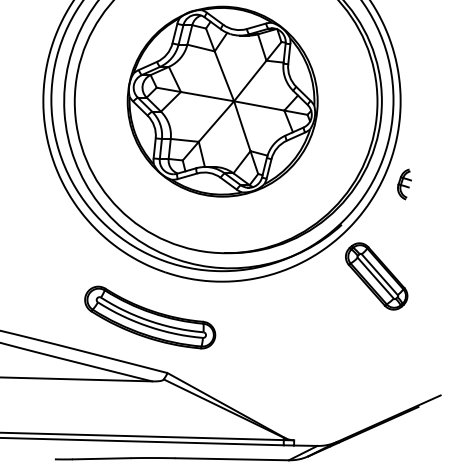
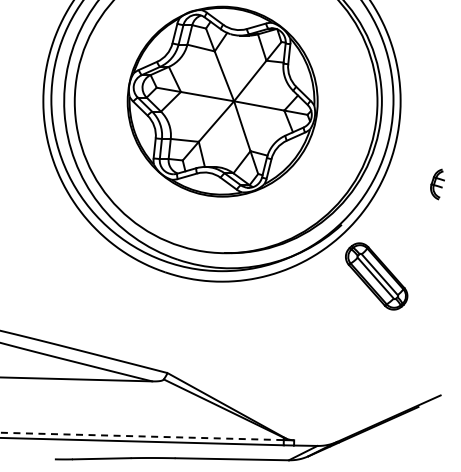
part at (404, 184) position: (404, 184) -> (437, 184)
part at (150, 317): present -> none
line at (142, 436): solid -> dashed
